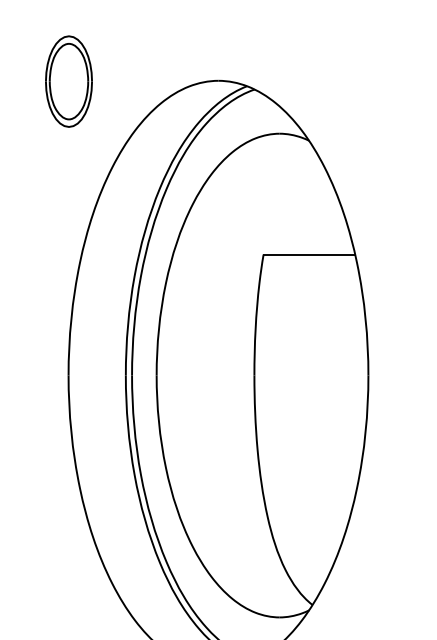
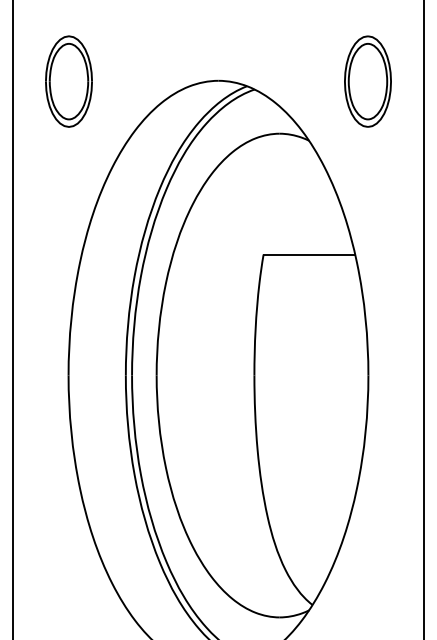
part at (367, 81): none -> present
line at (12, 319): none -> present
line at (424, 319): none -> present
